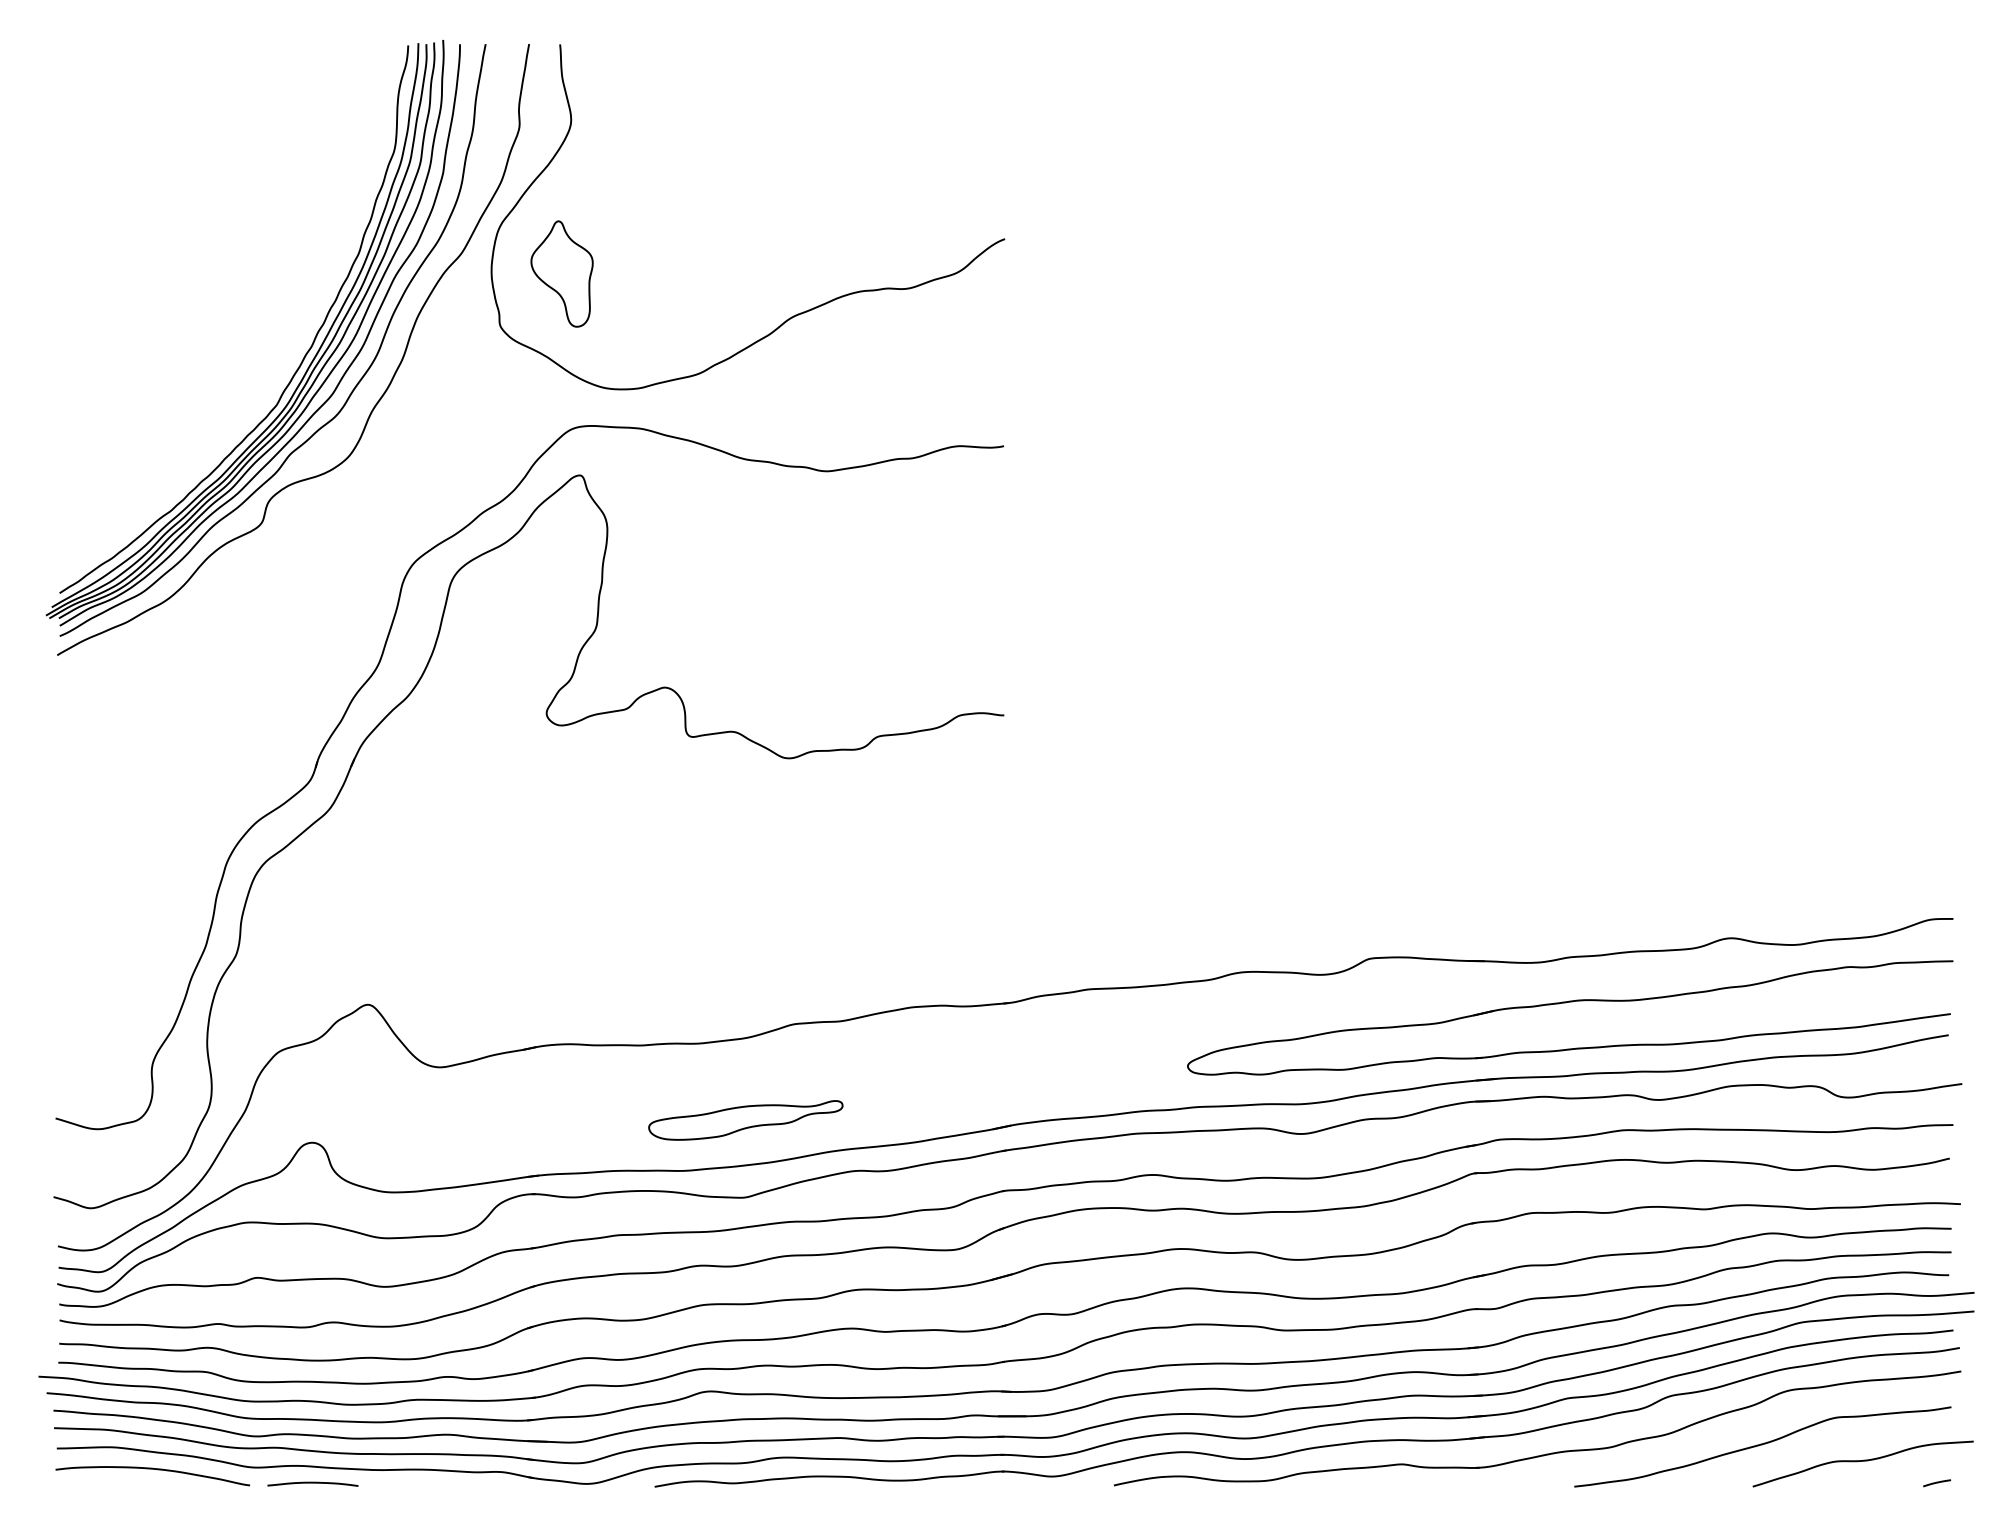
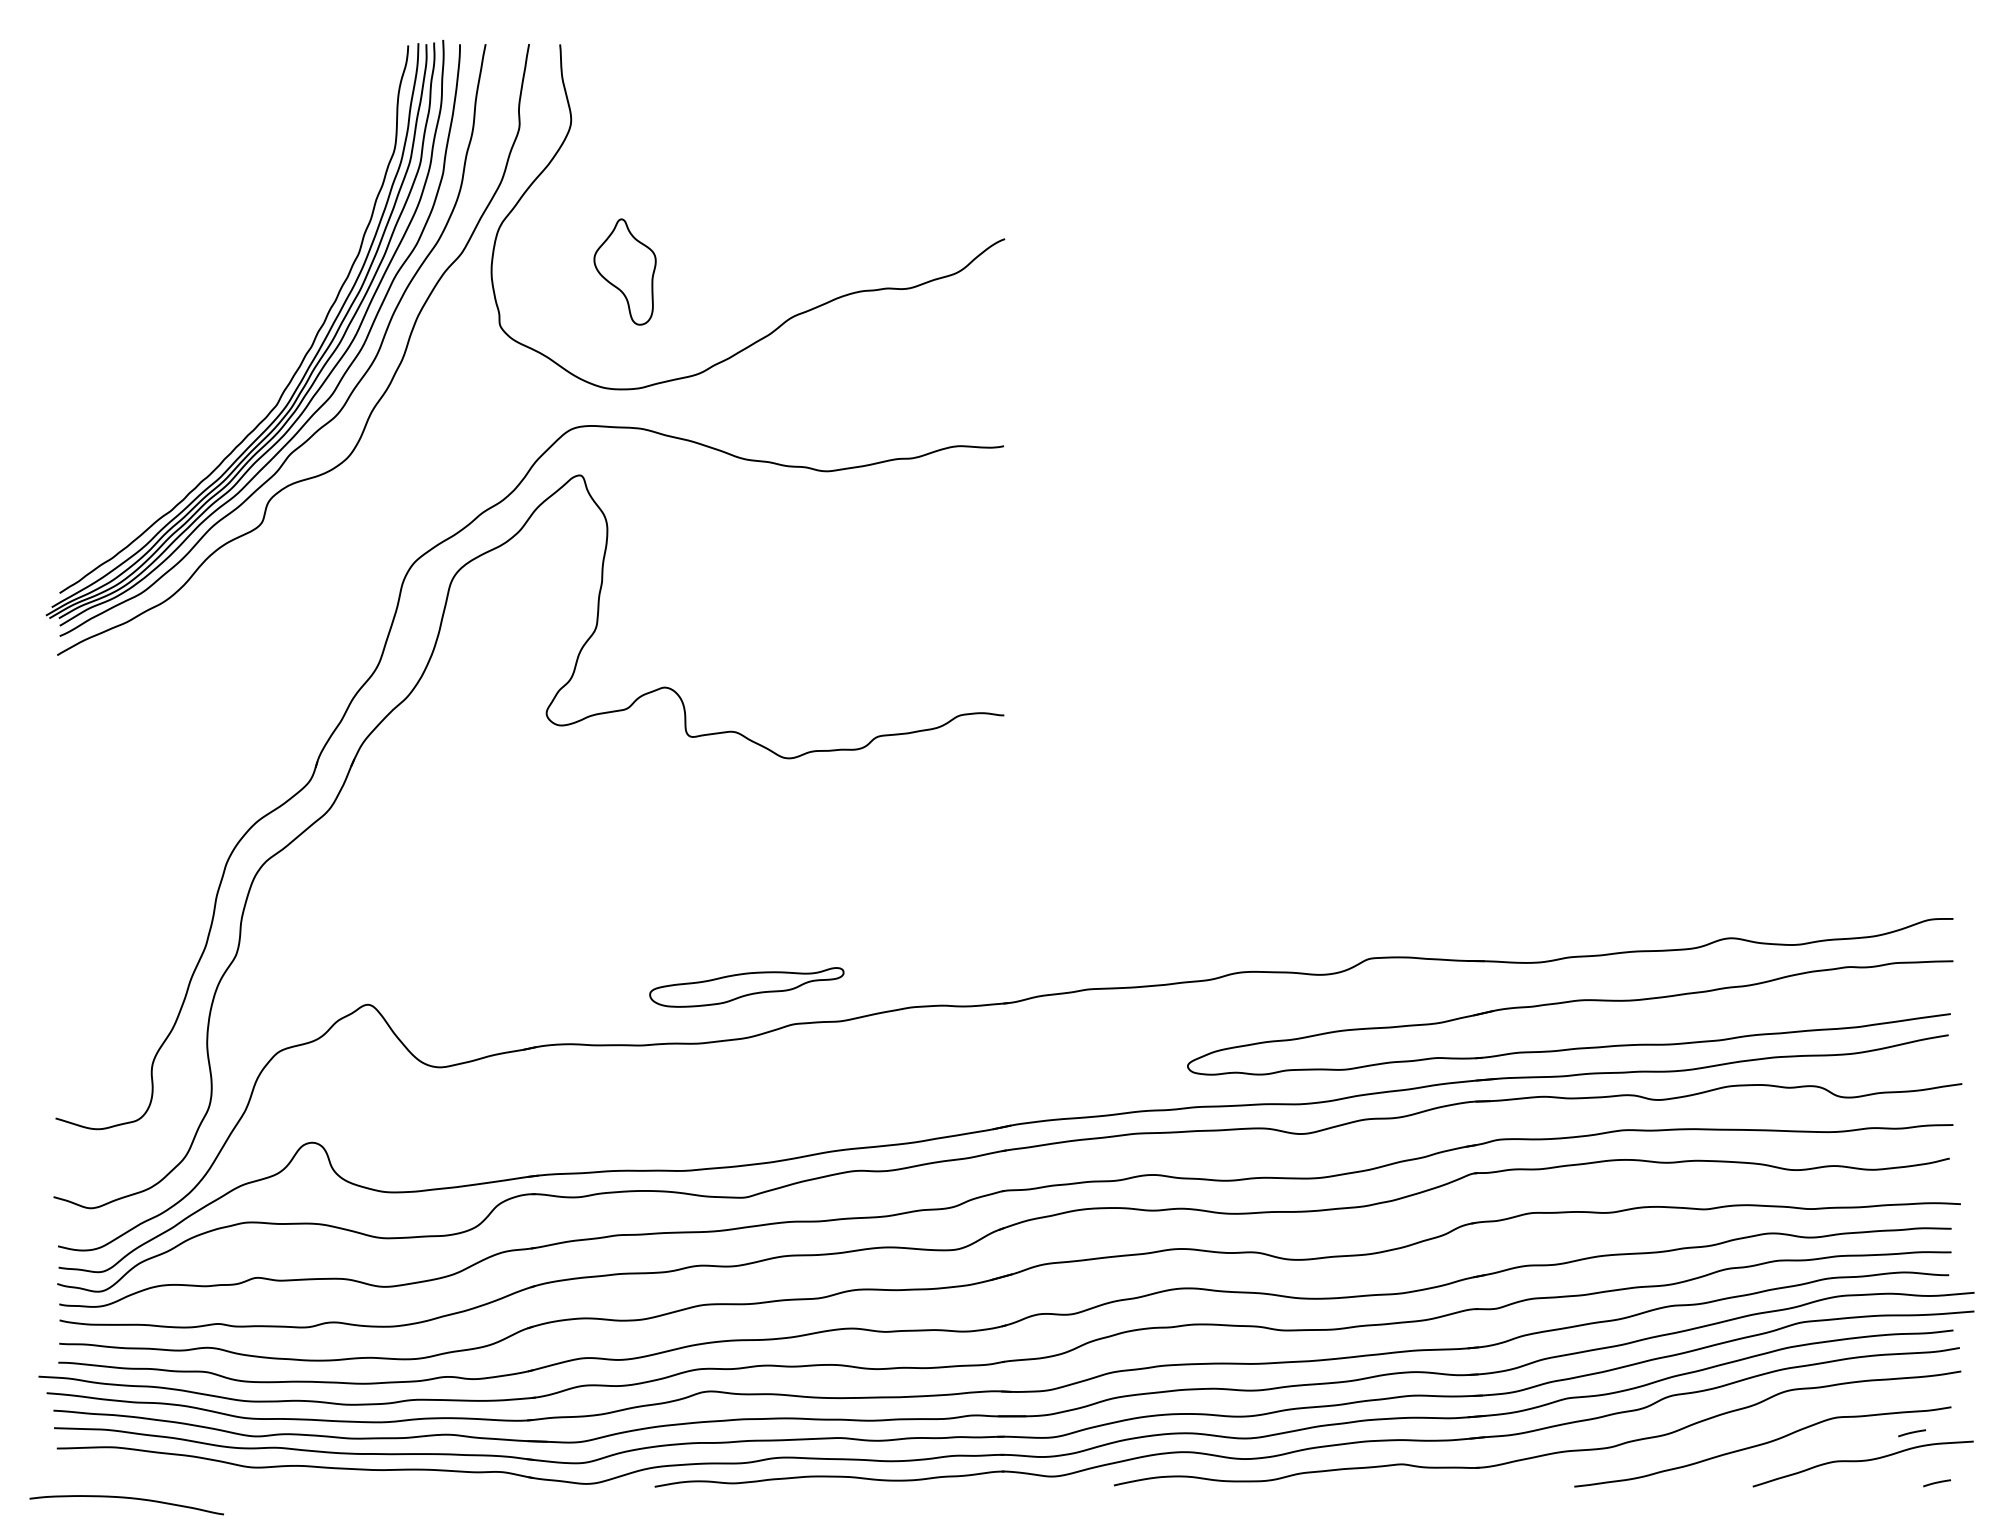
part at (561, 273) position: (561, 273) -> (624, 271)
part at (745, 1120) position: (745, 1120) -> (746, 987)
line at (1911, 1433): none -> present
curve at (152, 1469) position: (152, 1469) -> (126, 1498)
curve at (312, 1483): present -> none
